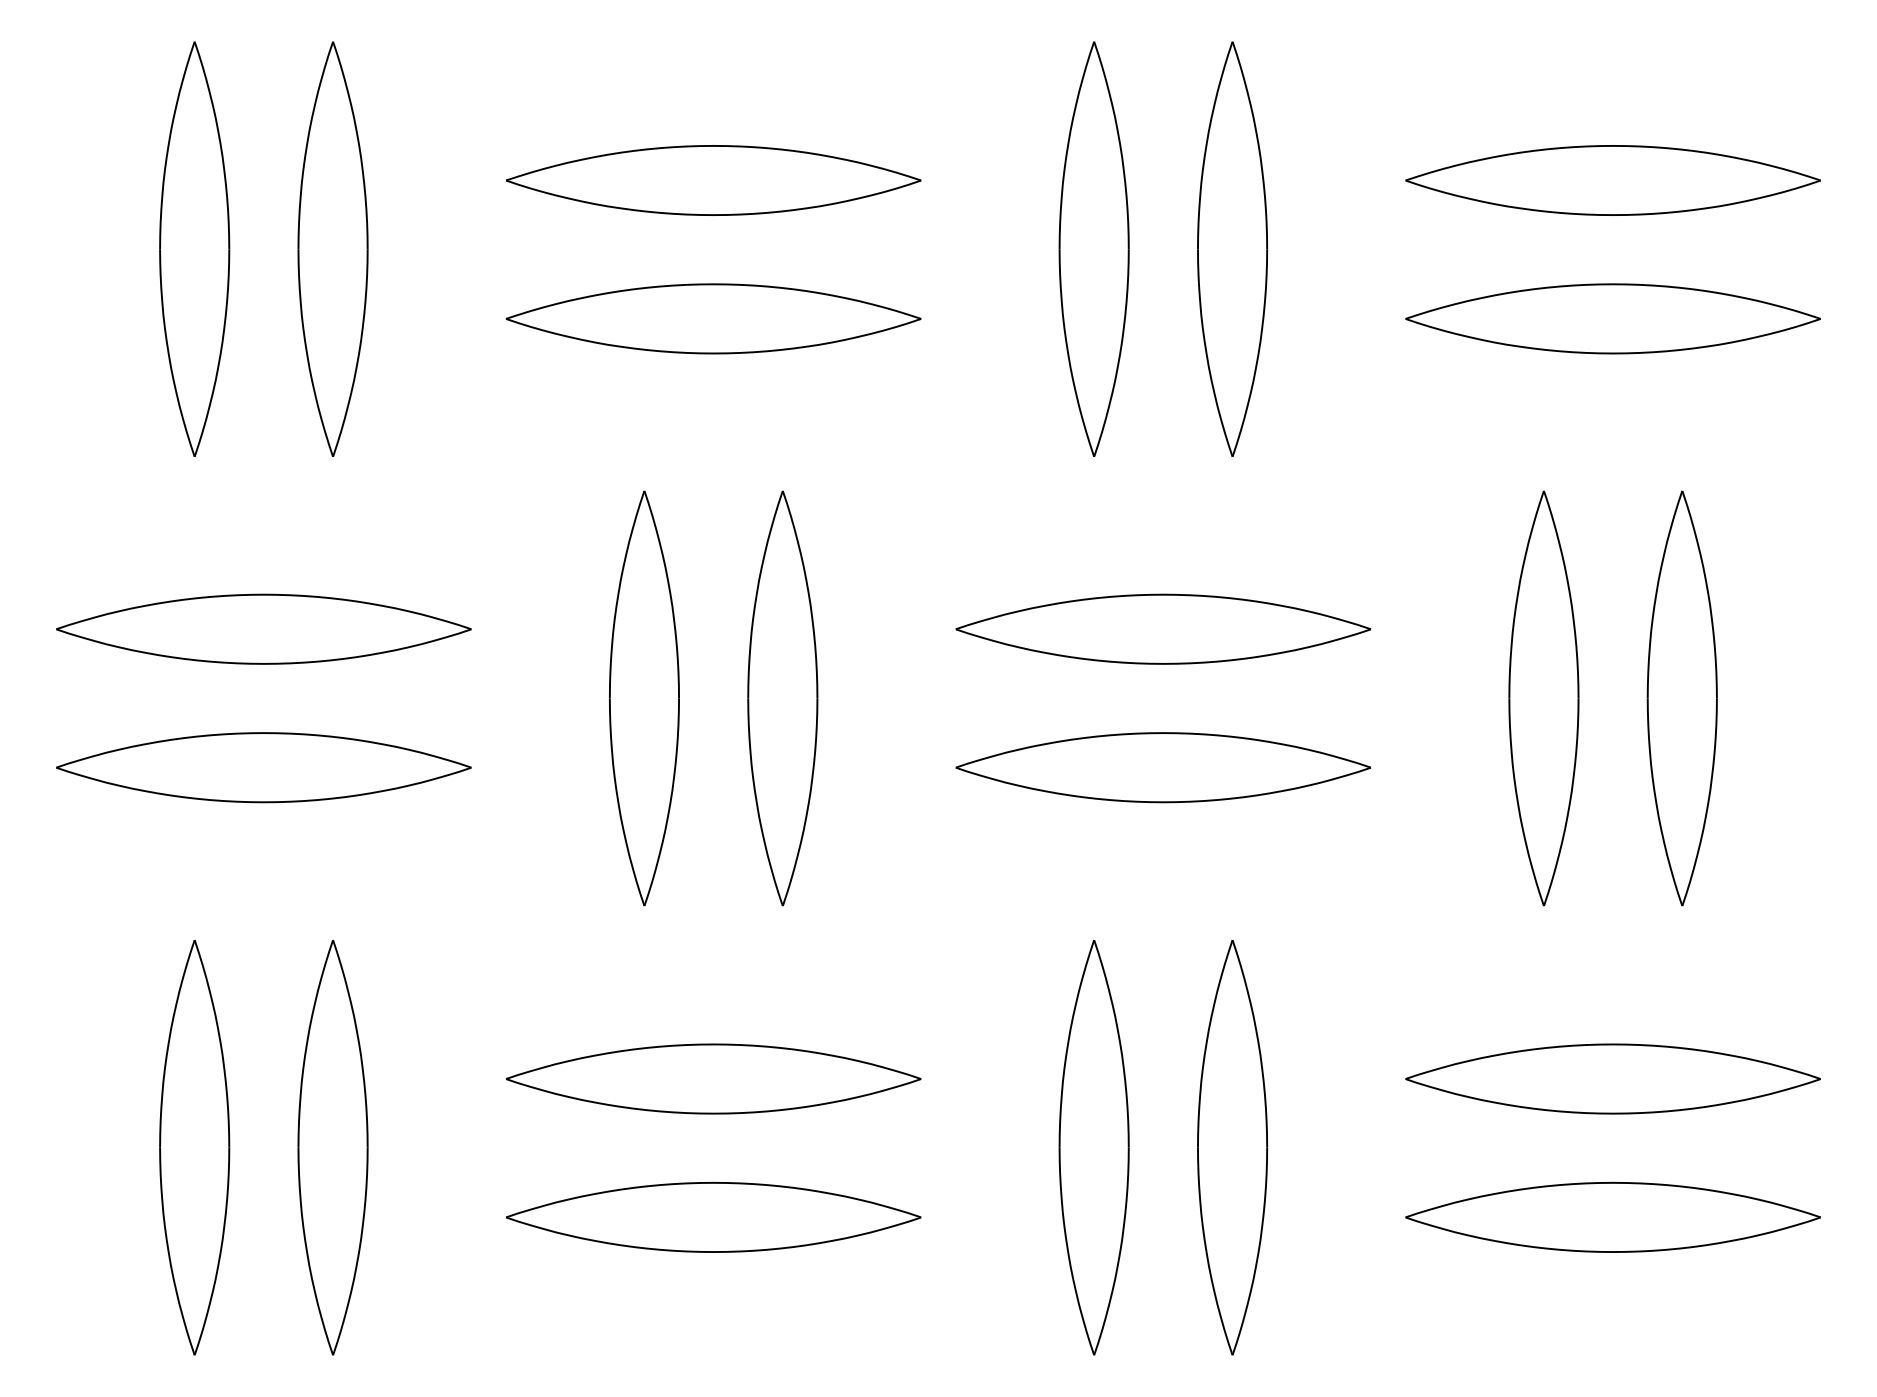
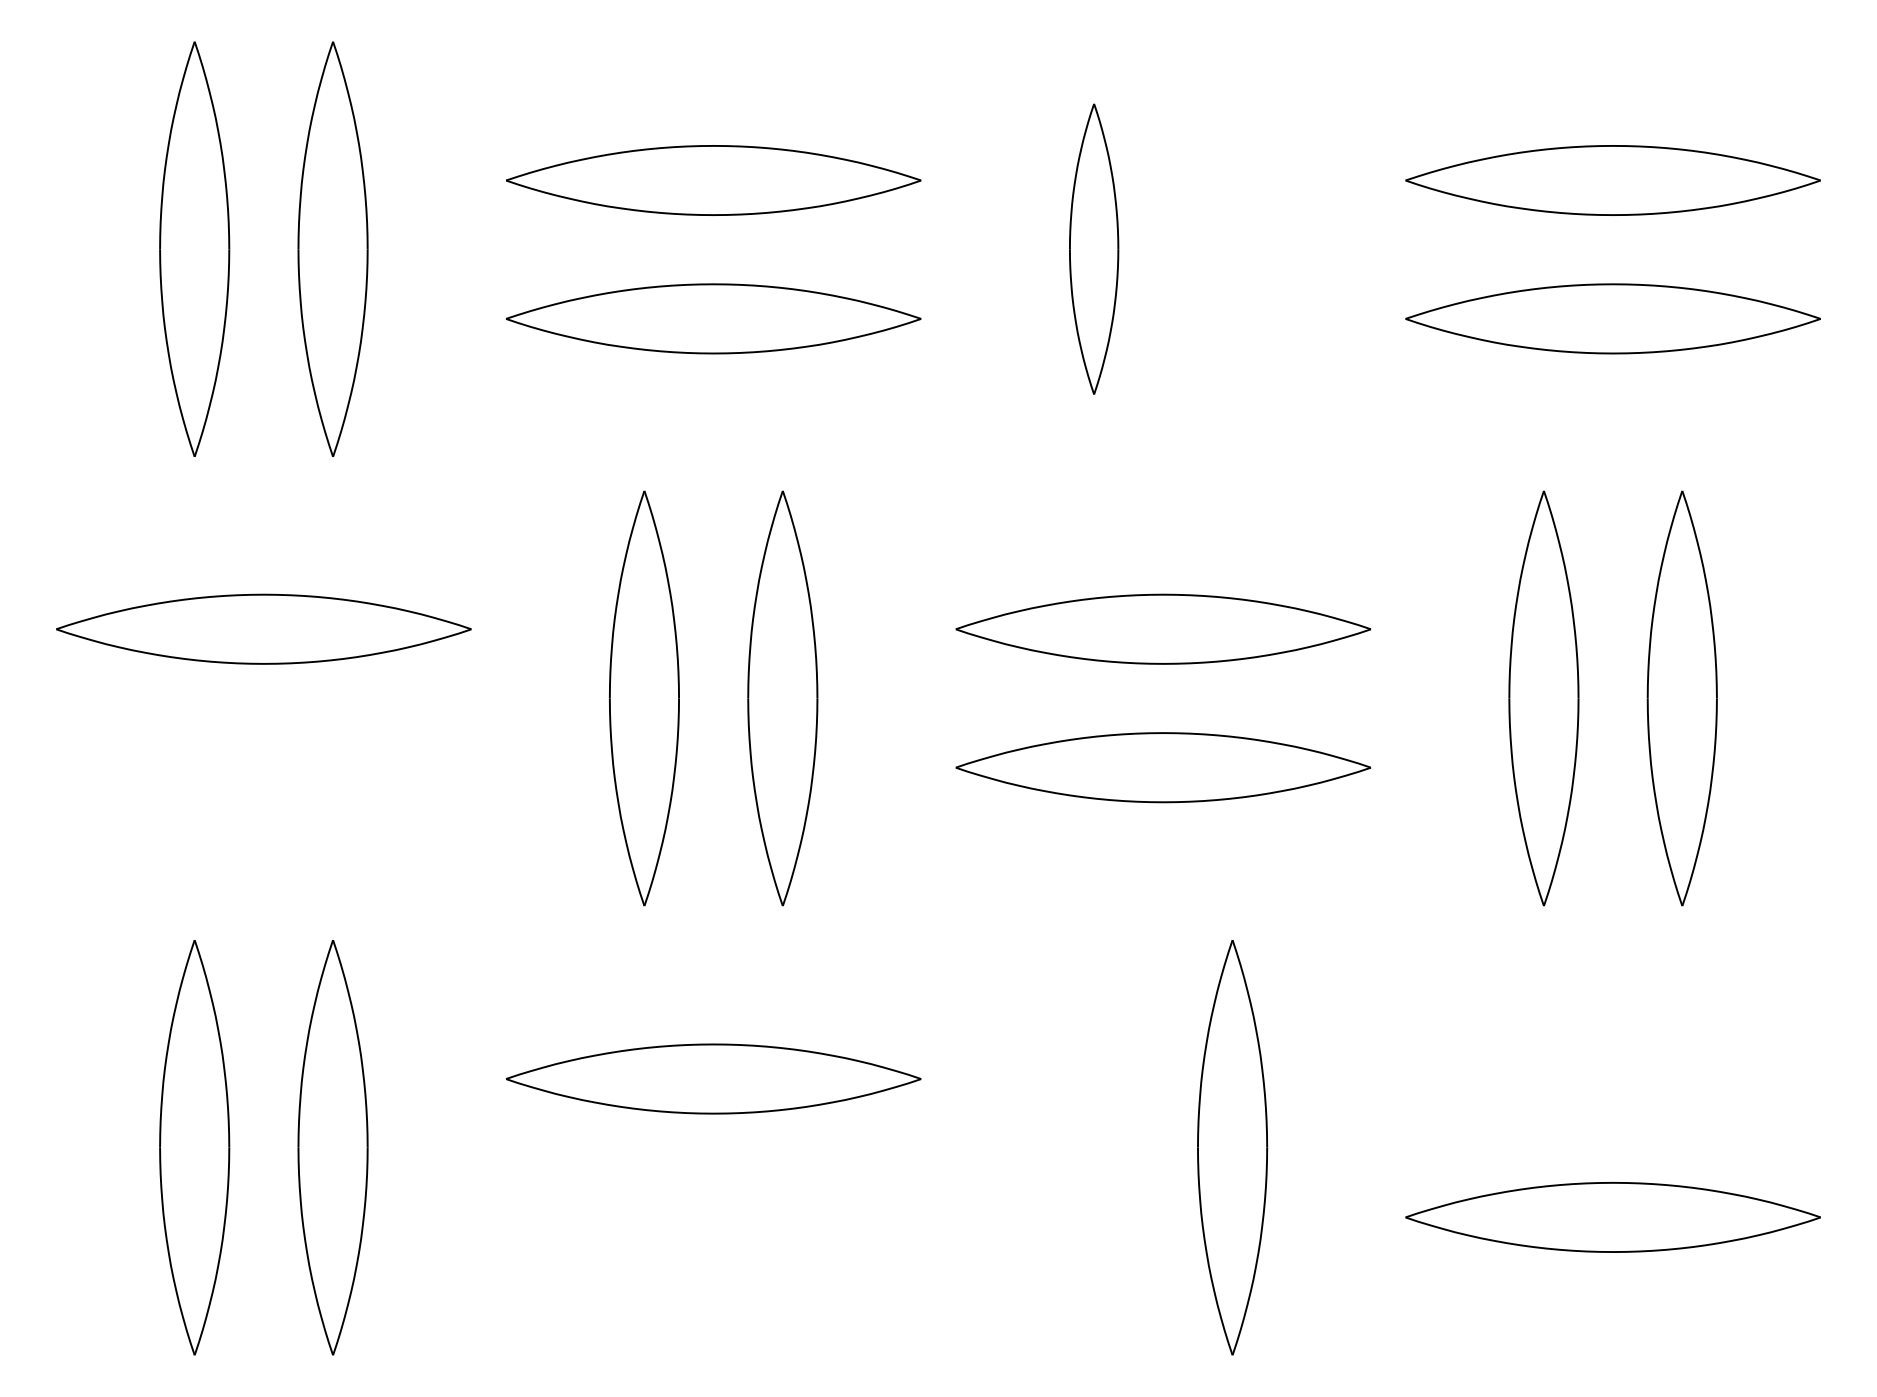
part at (1093, 248) size: 72x416 px -> 51x292 px
part at (1232, 248): present -> none
part at (263, 767): present -> none
part at (1612, 1078): present -> none
part at (1093, 1147): present -> none
part at (713, 1217): present -> none
